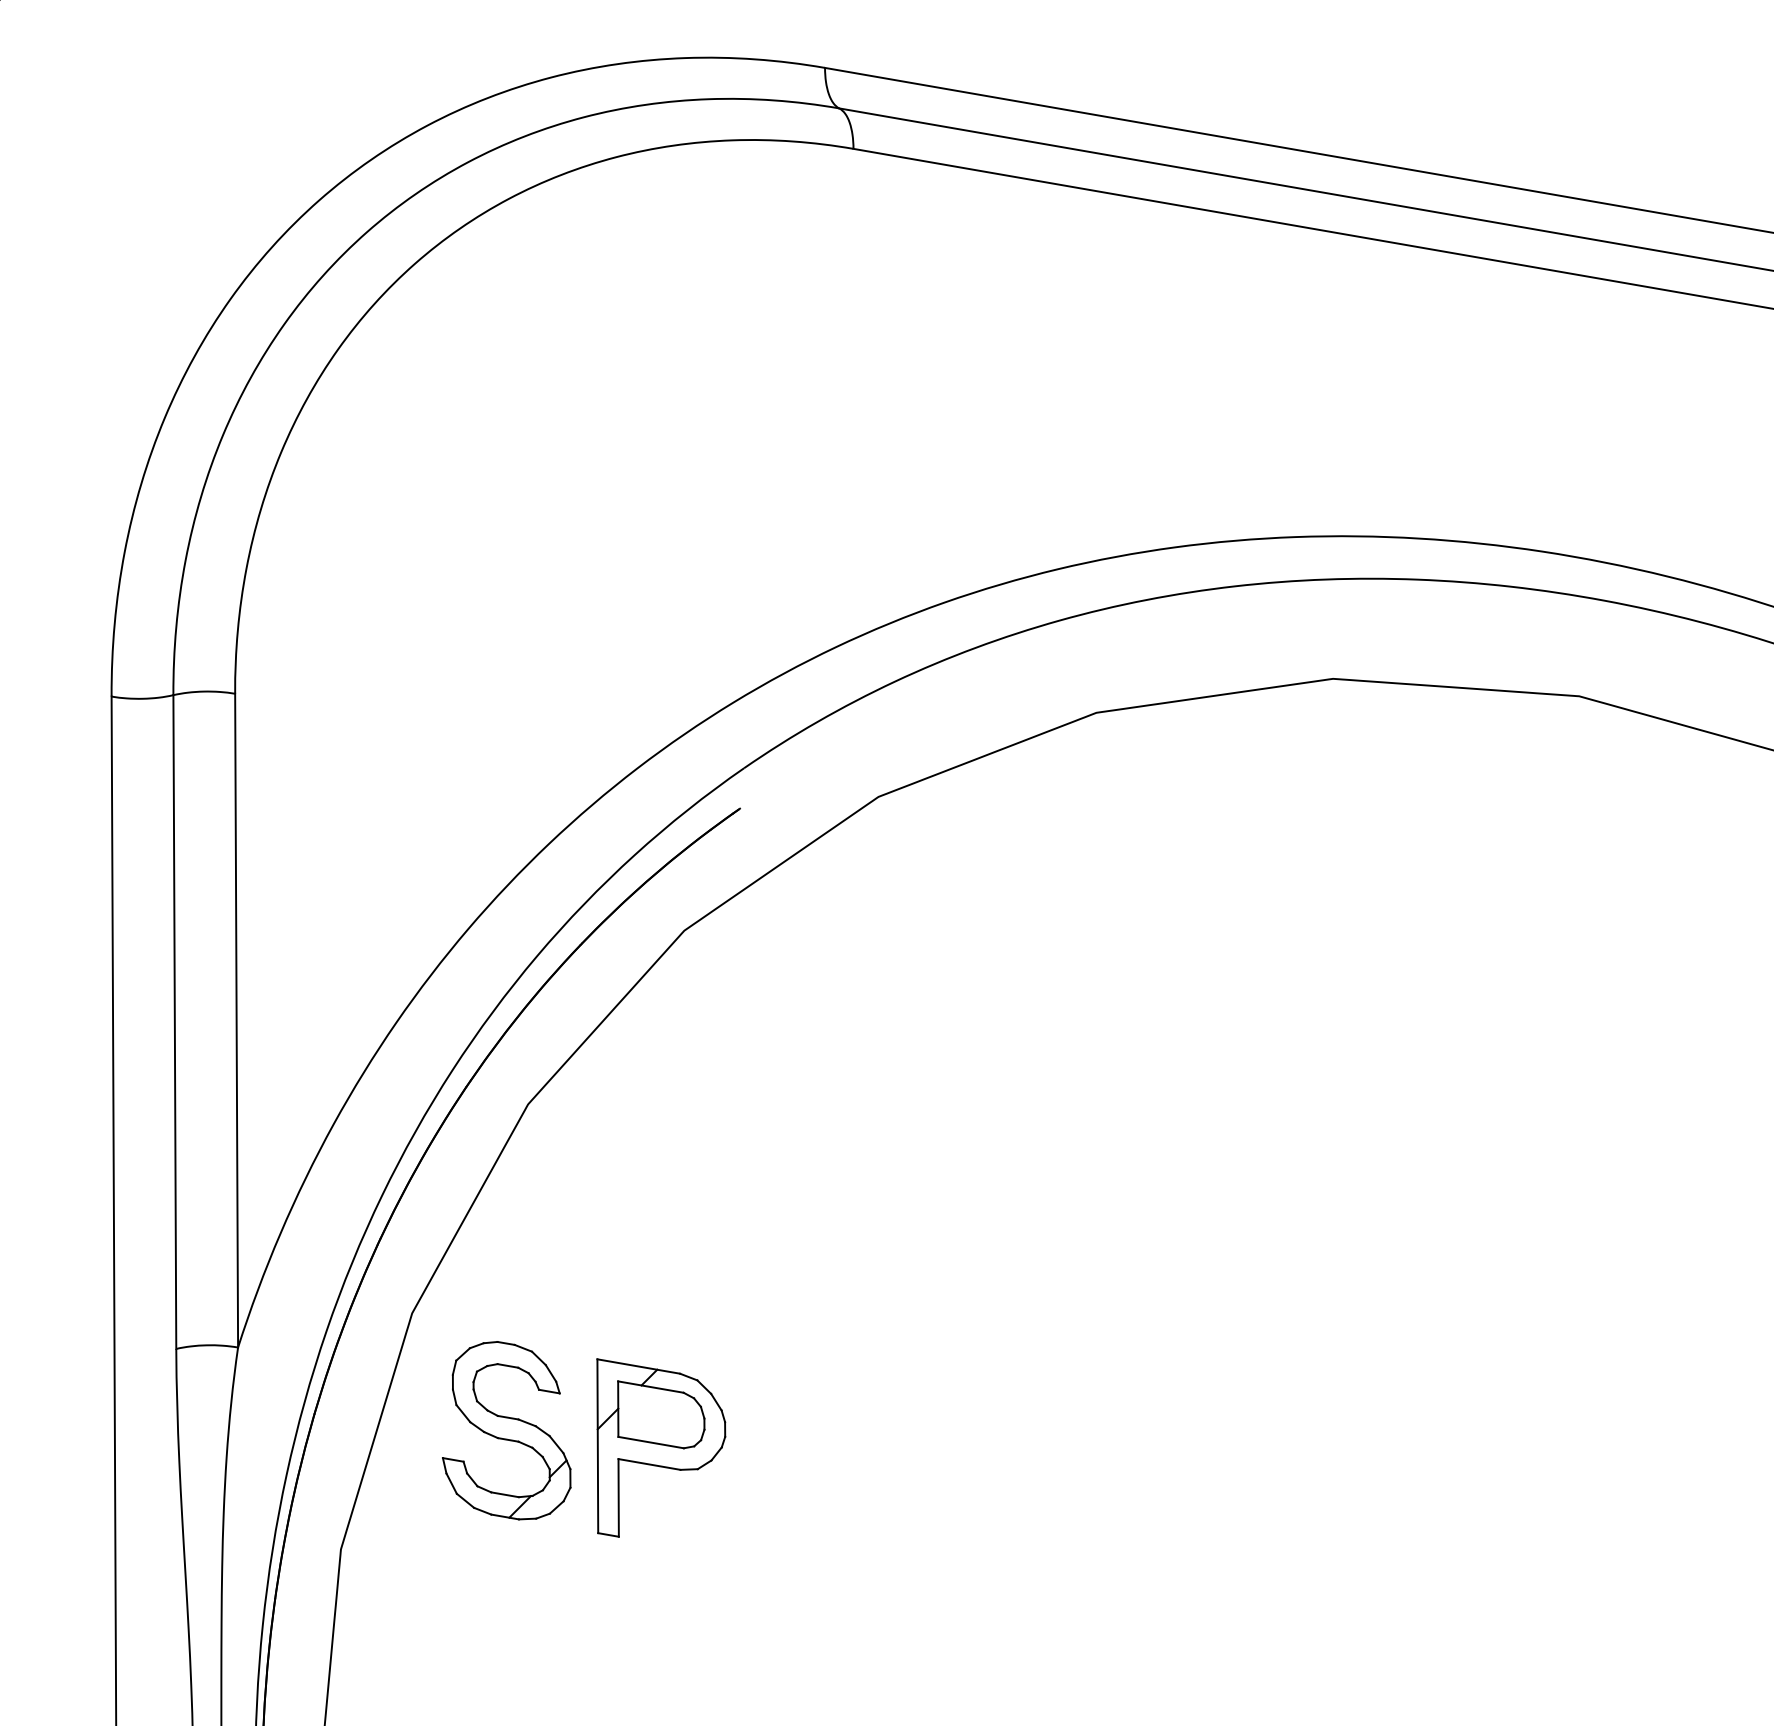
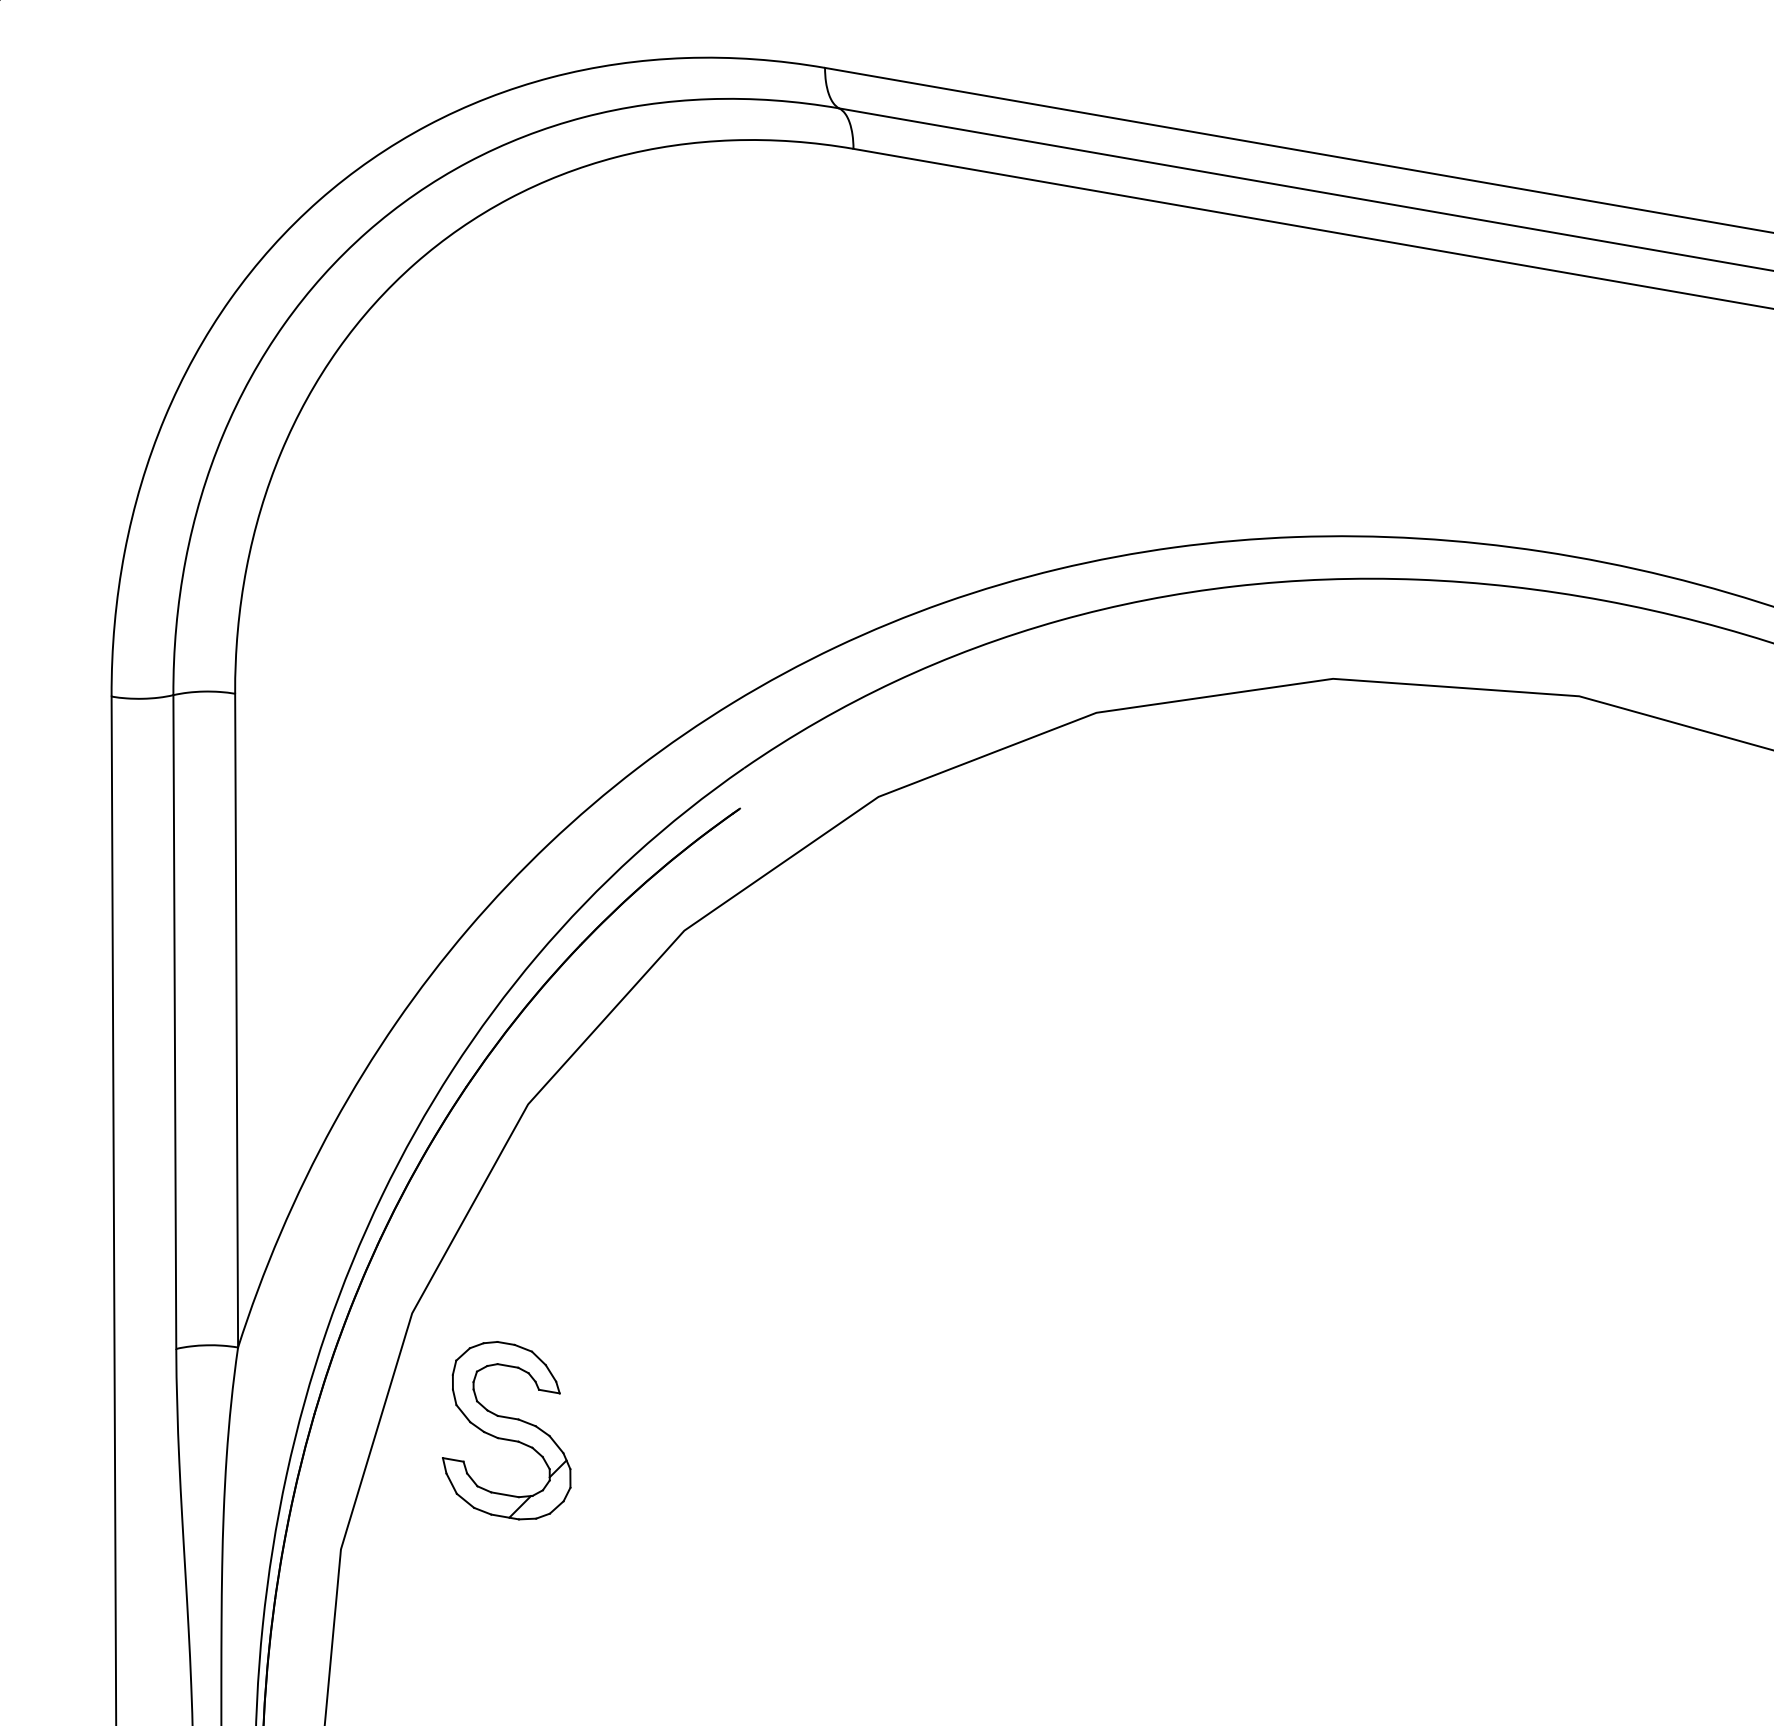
part at (661, 1447): present -> none
